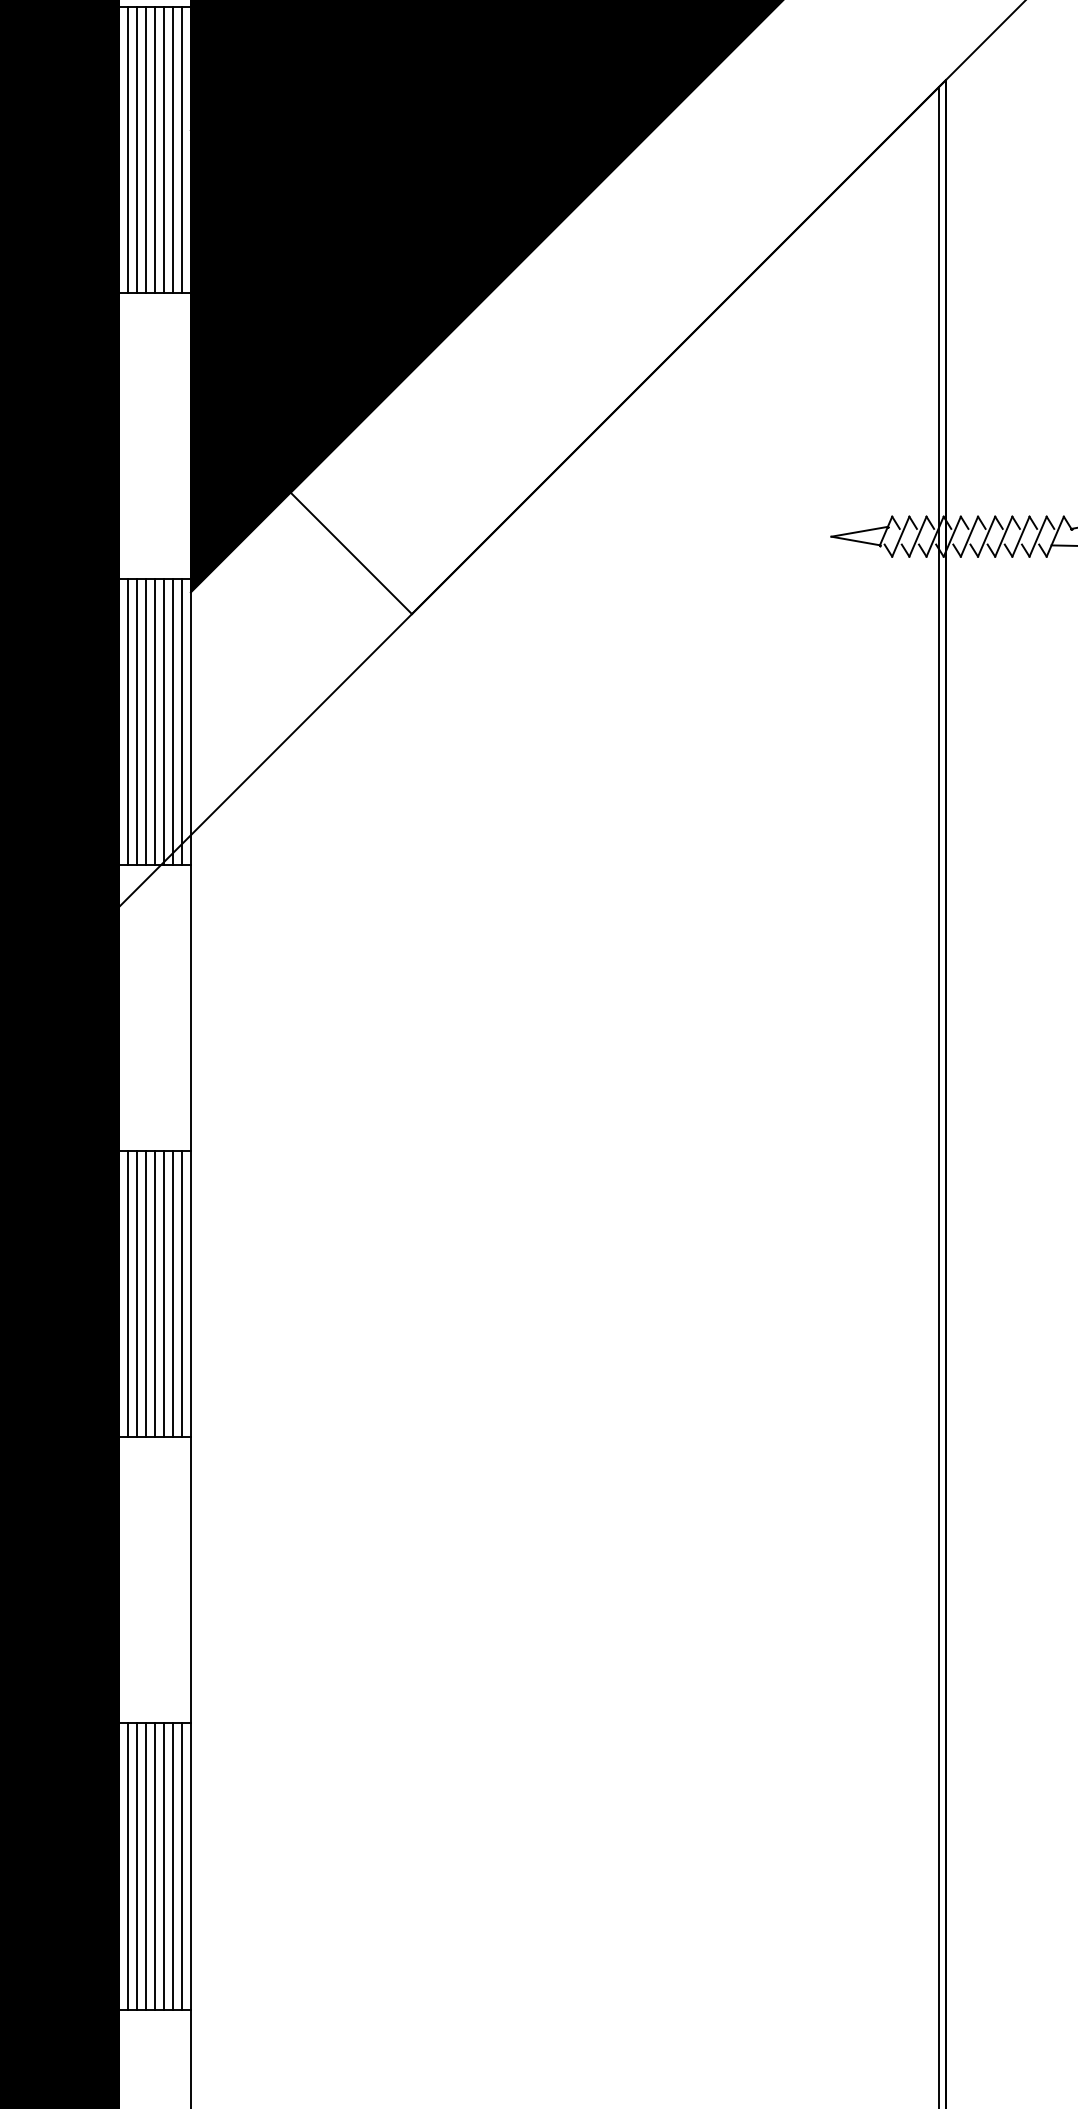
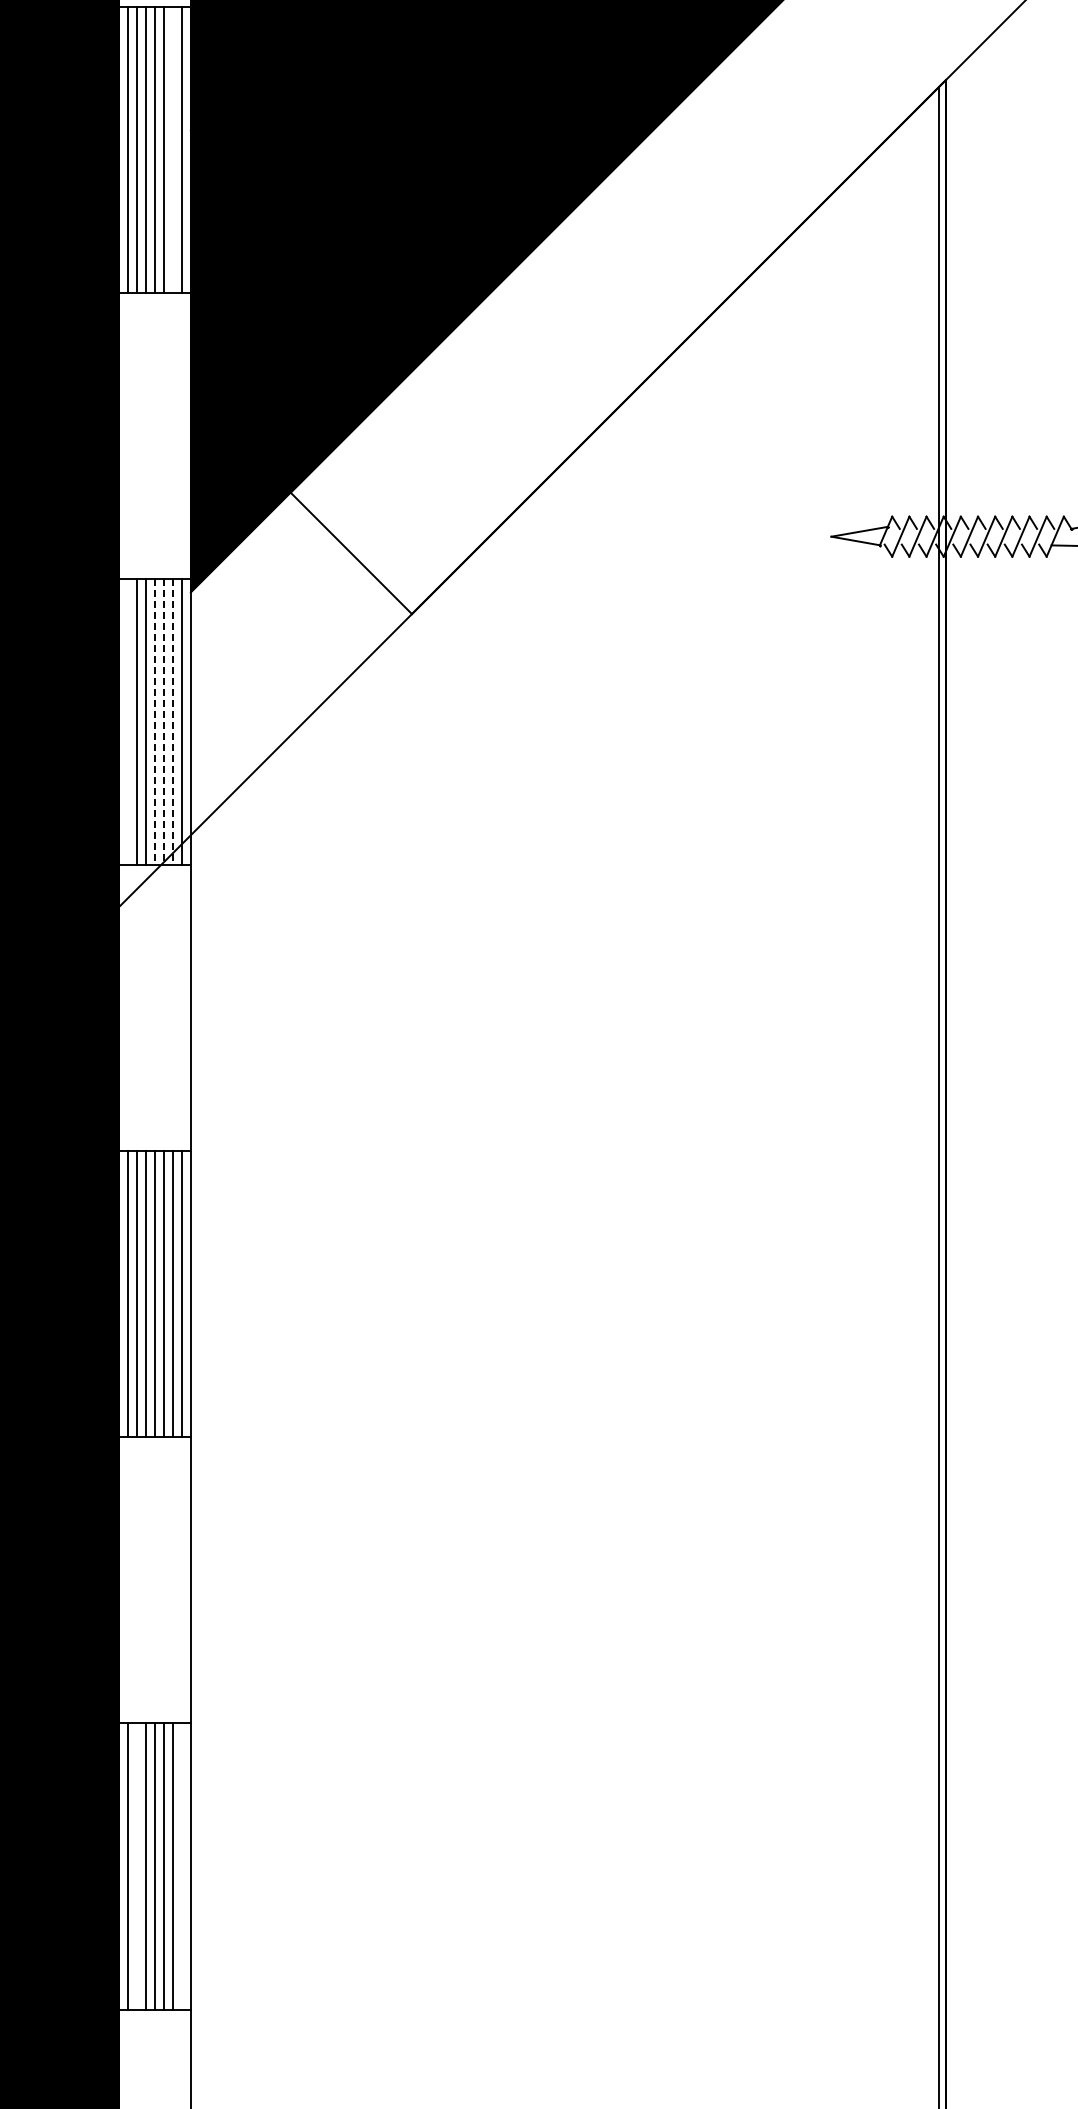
line at (173, 150): present -> none
line at (128, 722): present -> none
line at (155, 722): solid -> dashed
line at (163, 722): solid -> dashed
line at (173, 722): solid -> dashed
line at (137, 1866): present -> none
line at (181, 1866): present -> none
